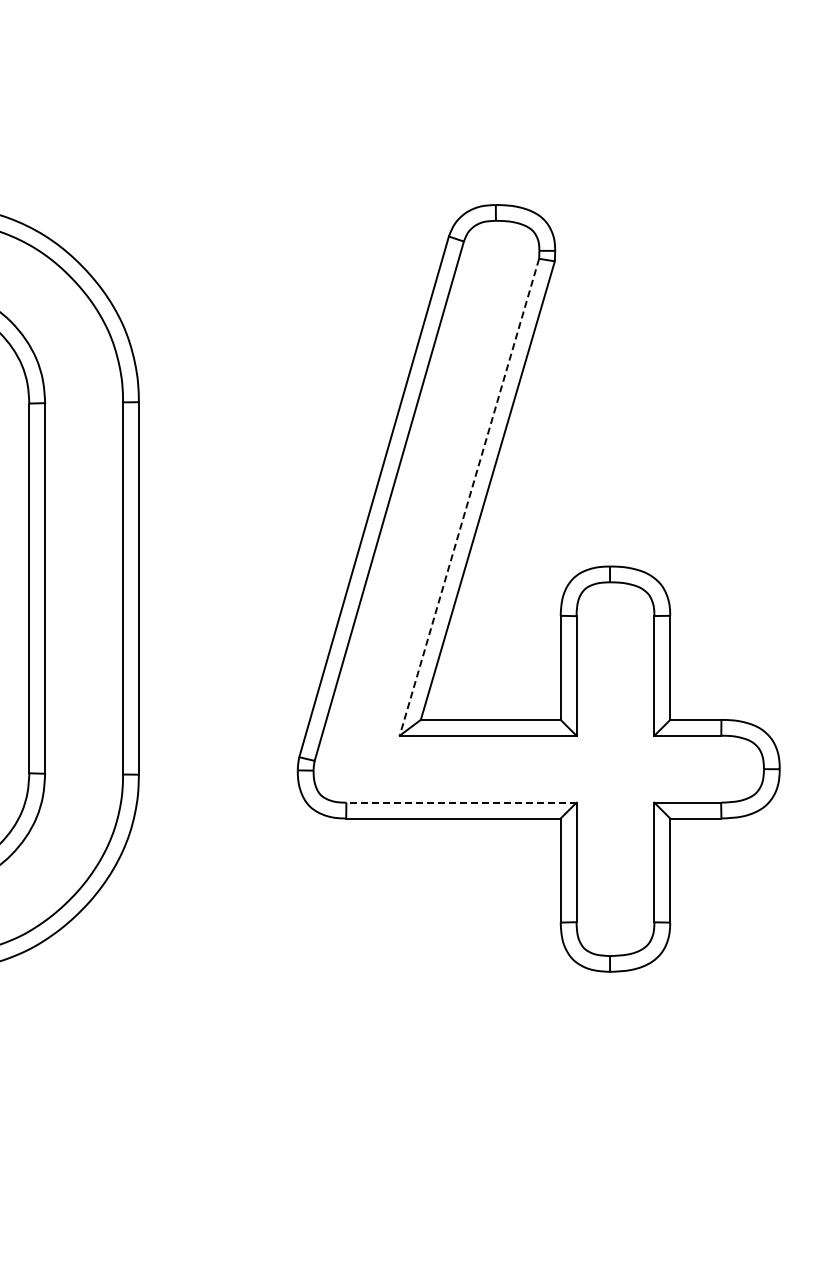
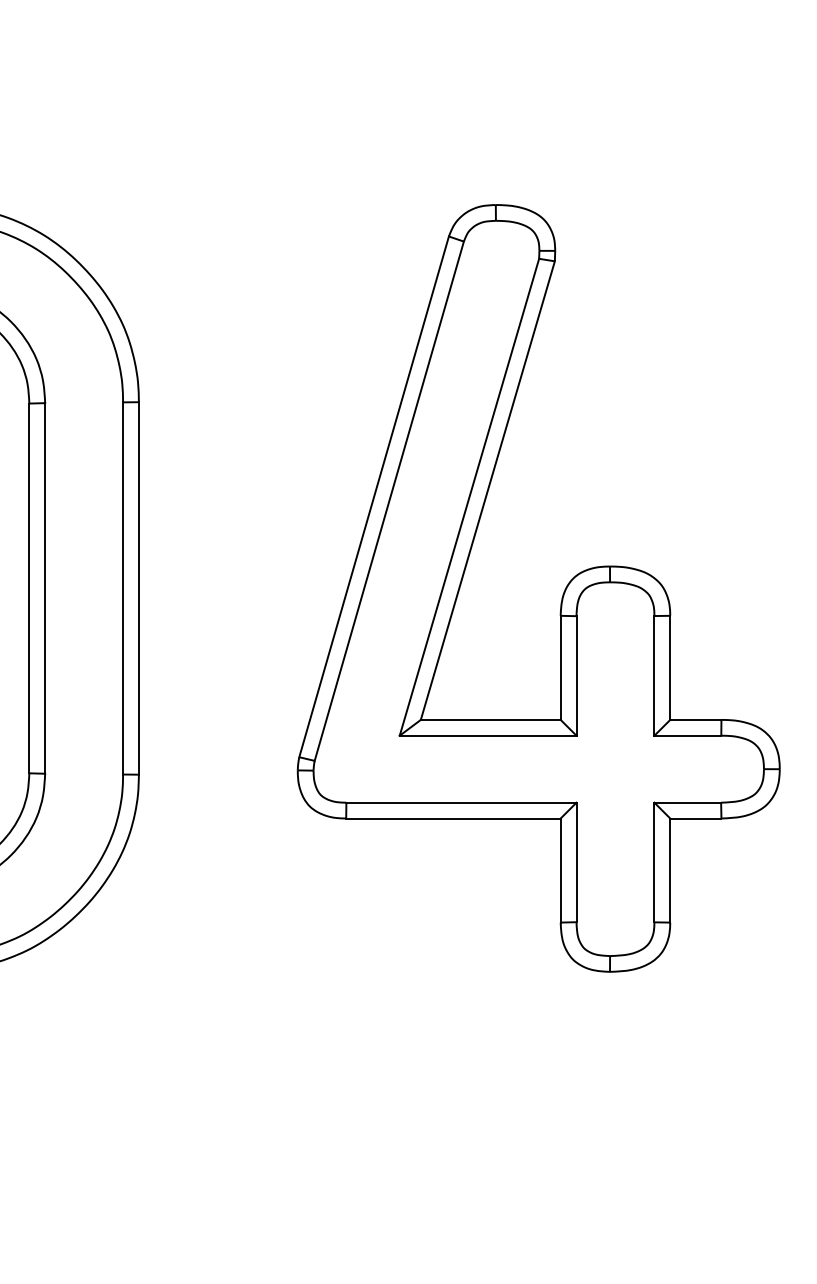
line at (469, 497): dashed -> solid
line at (460, 802): dashed -> solid
